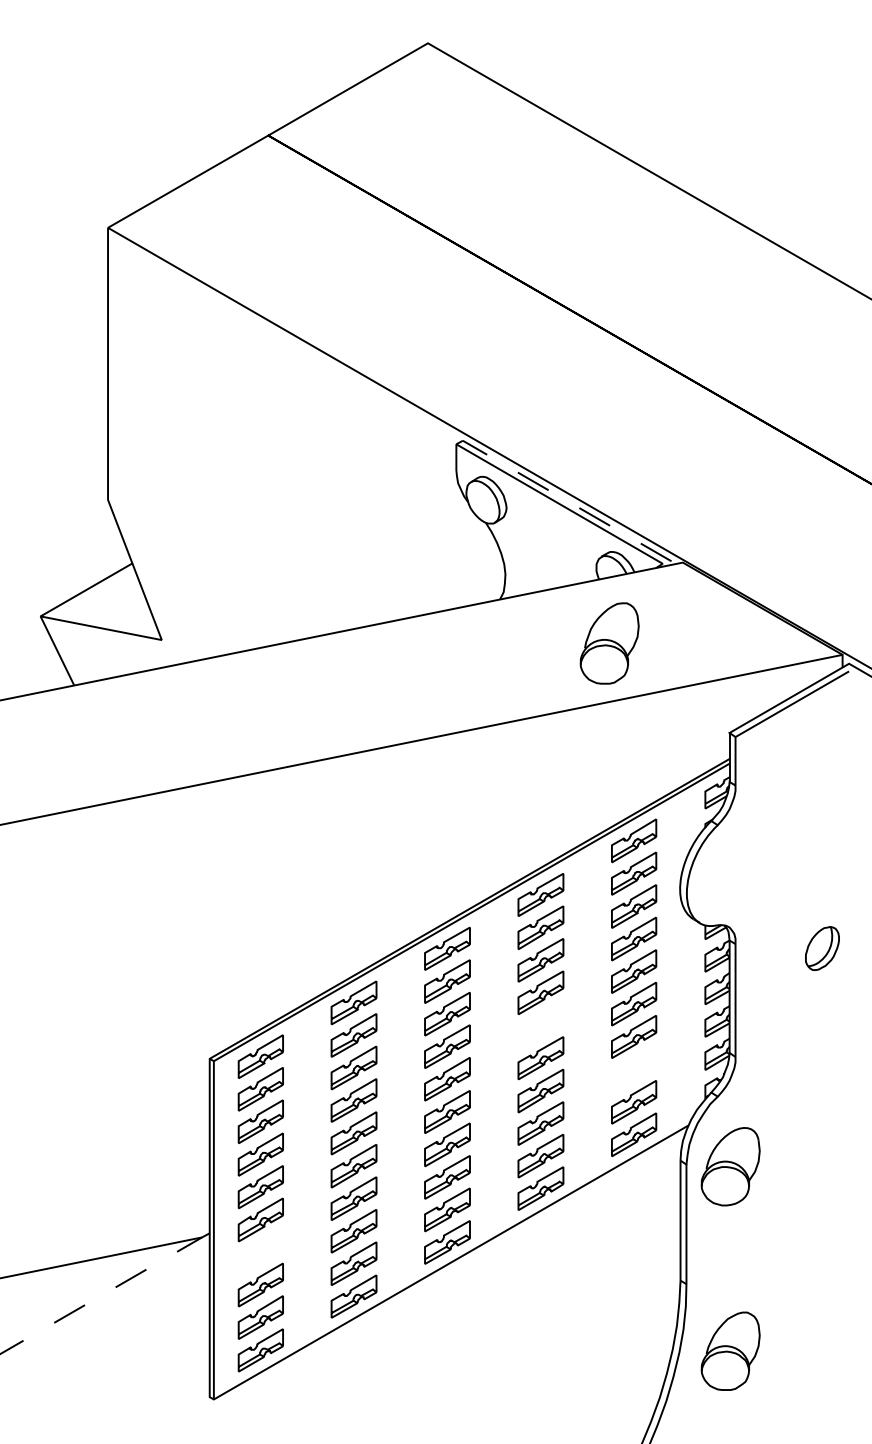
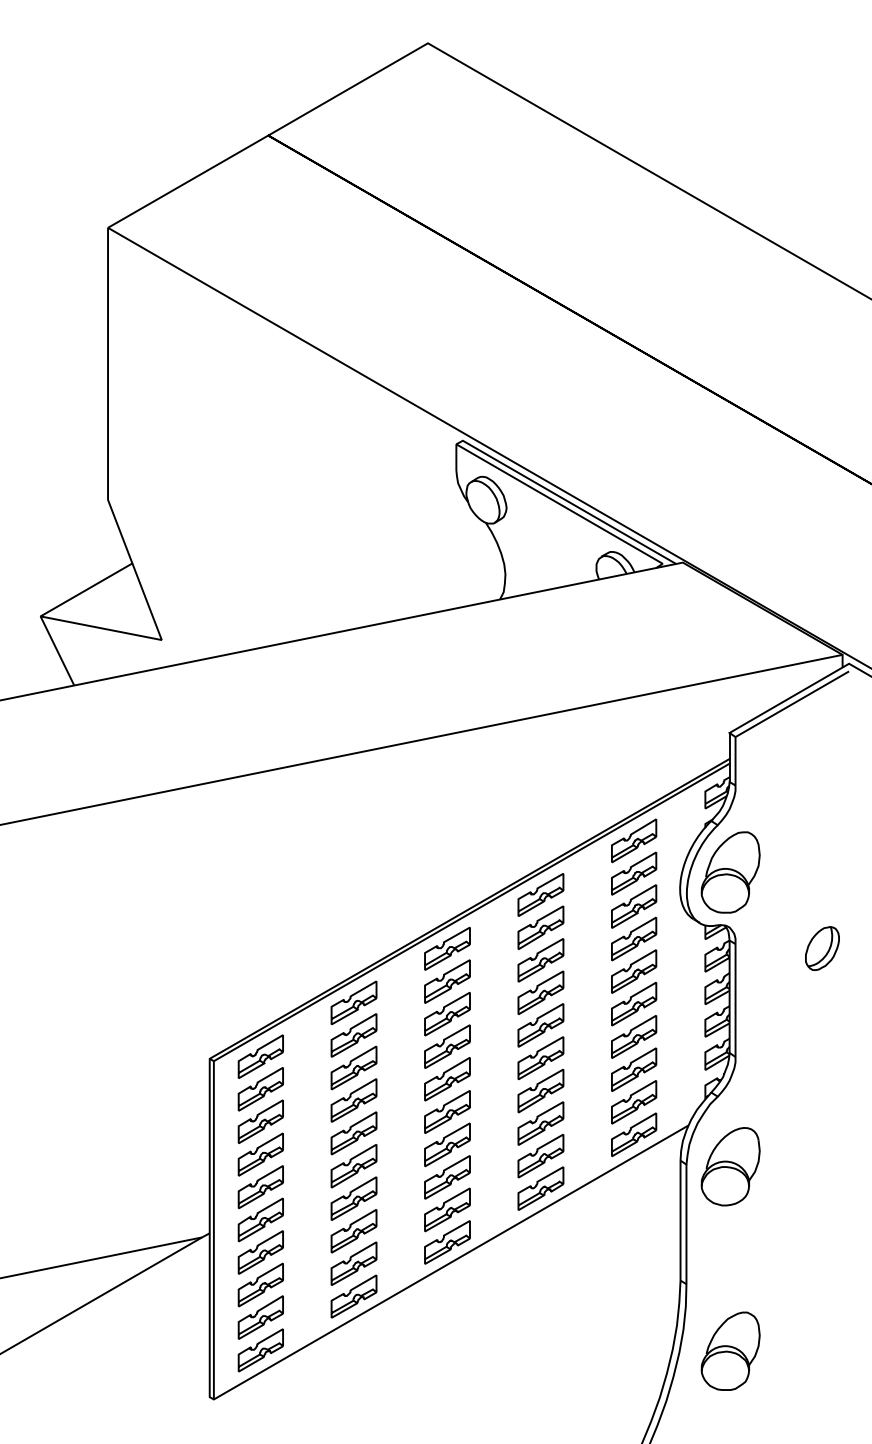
line at (565, 500): dashed -> solid
part at (609, 643) position: (609, 643) -> (730, 872)
part at (540, 1025): none -> present
part at (634, 1069): none -> present
part at (260, 1252): none -> present
line at (101, 1295): dashed -> solid
